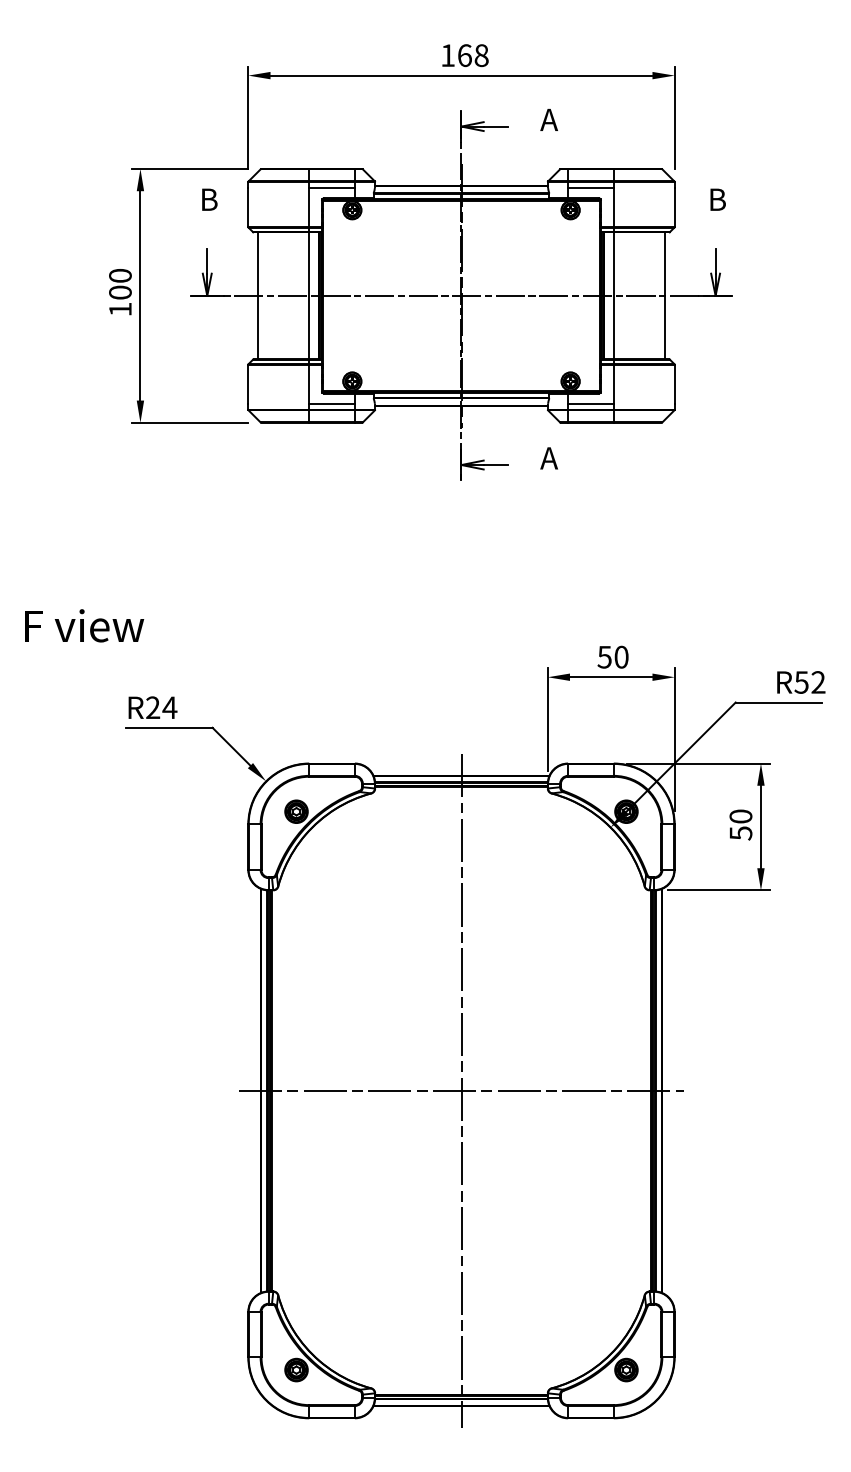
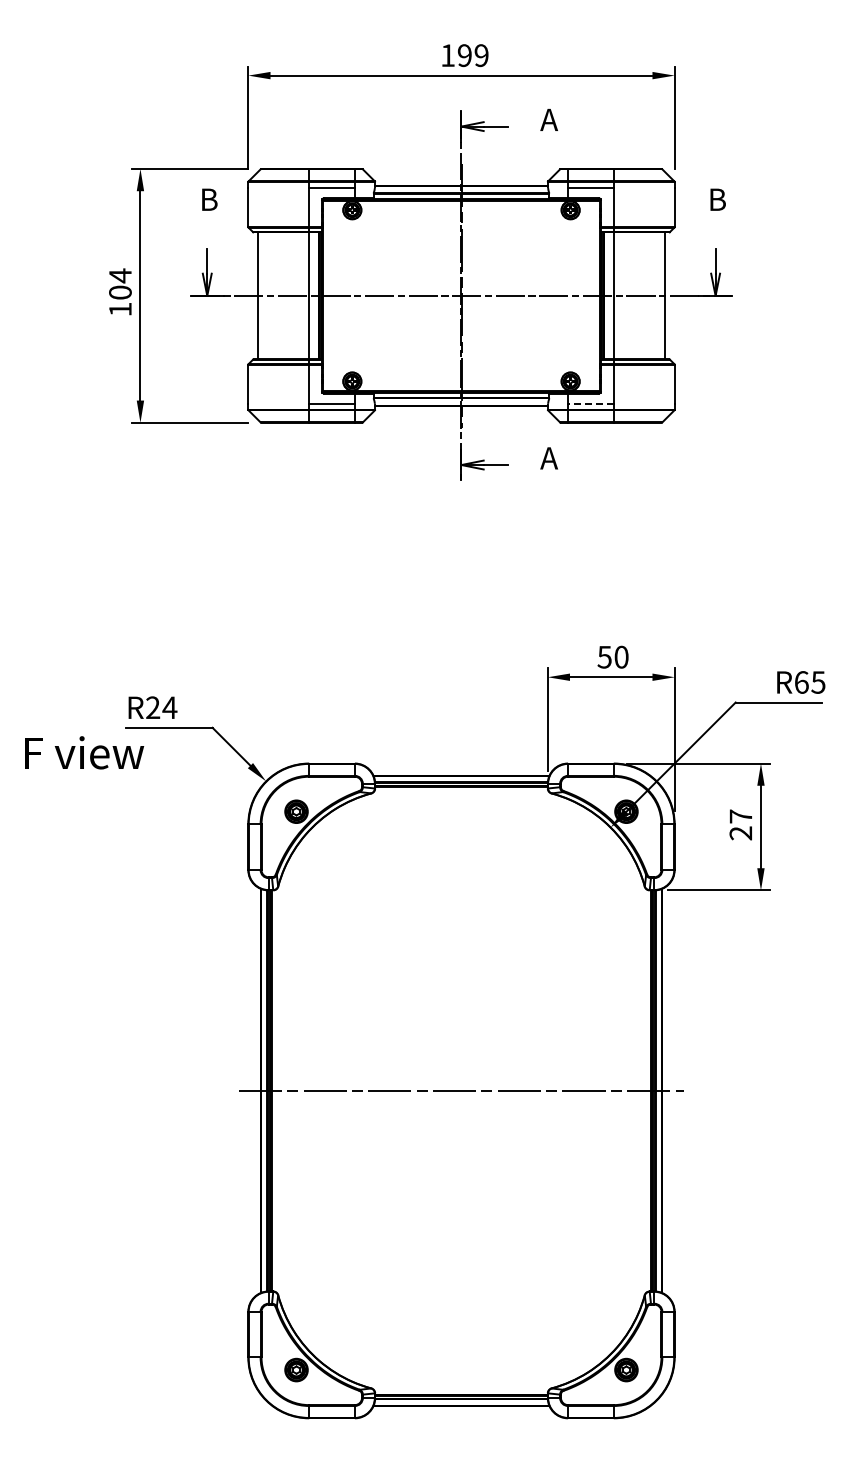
text at (472, 55): 168 -> 199
text at (120, 275): 100 -> 104
line at (590, 403): solid -> dashed
text at (84, 625) position: (84, 625) -> (84, 752)
text at (809, 682): R52 -> R65
text at (740, 824): 50 -> 27
line at (461, 1090): present -> none
